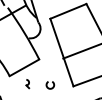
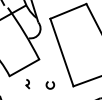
line at (80, 51): present -> none
